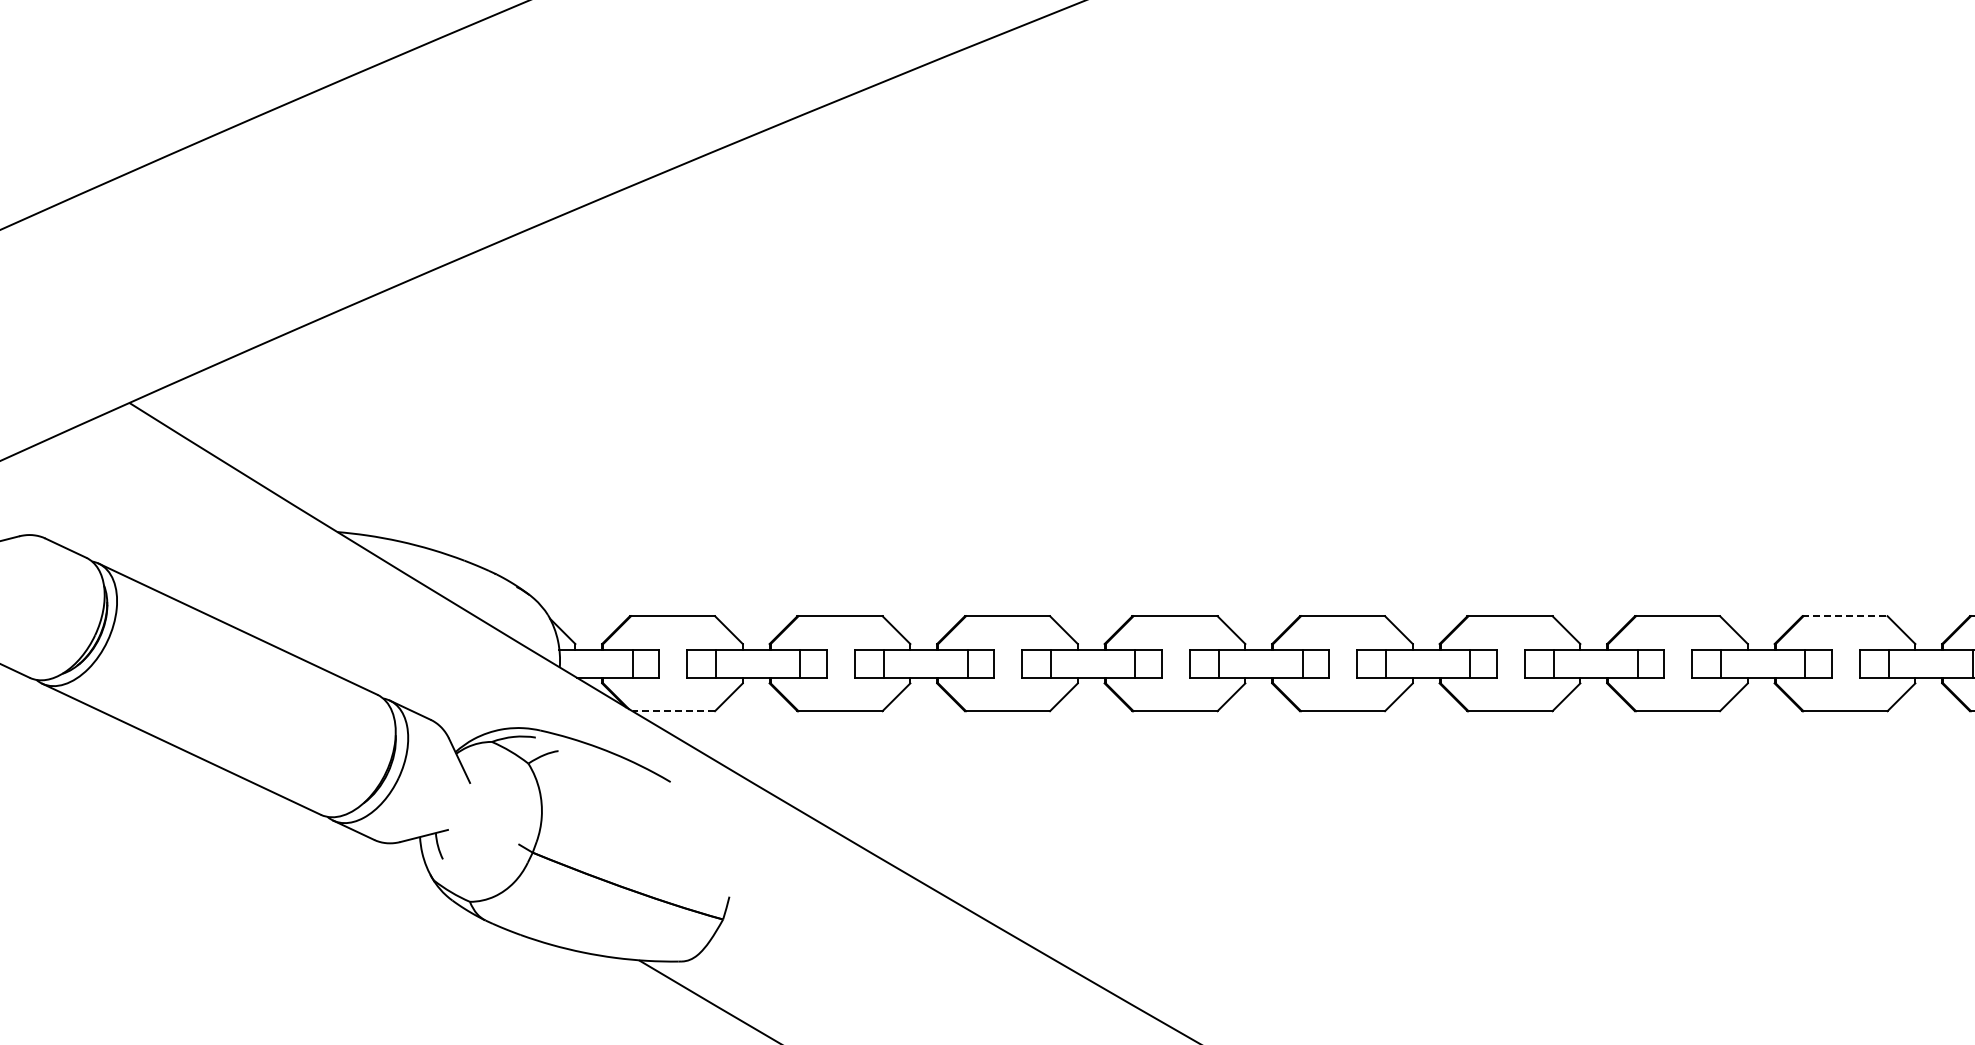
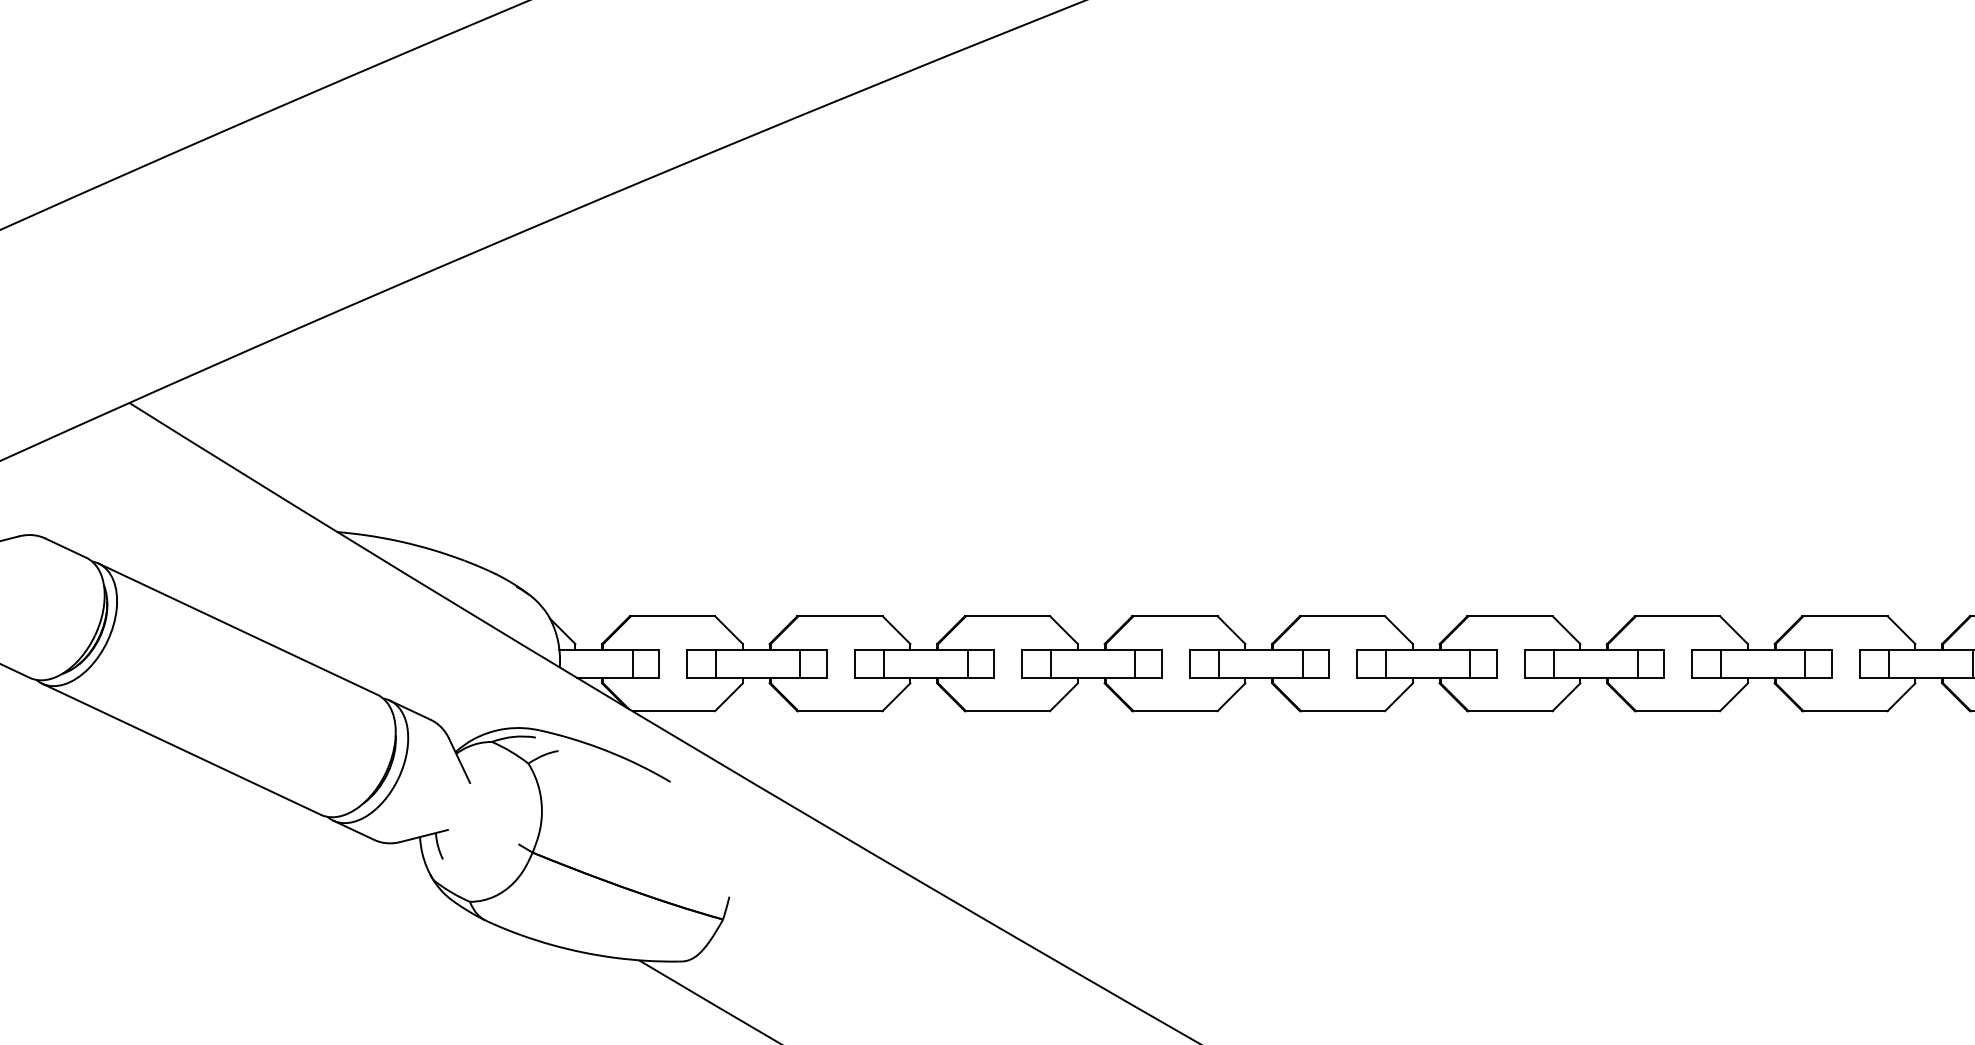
line at (1844, 616): dashed -> solid
line at (673, 711): dashed -> solid
